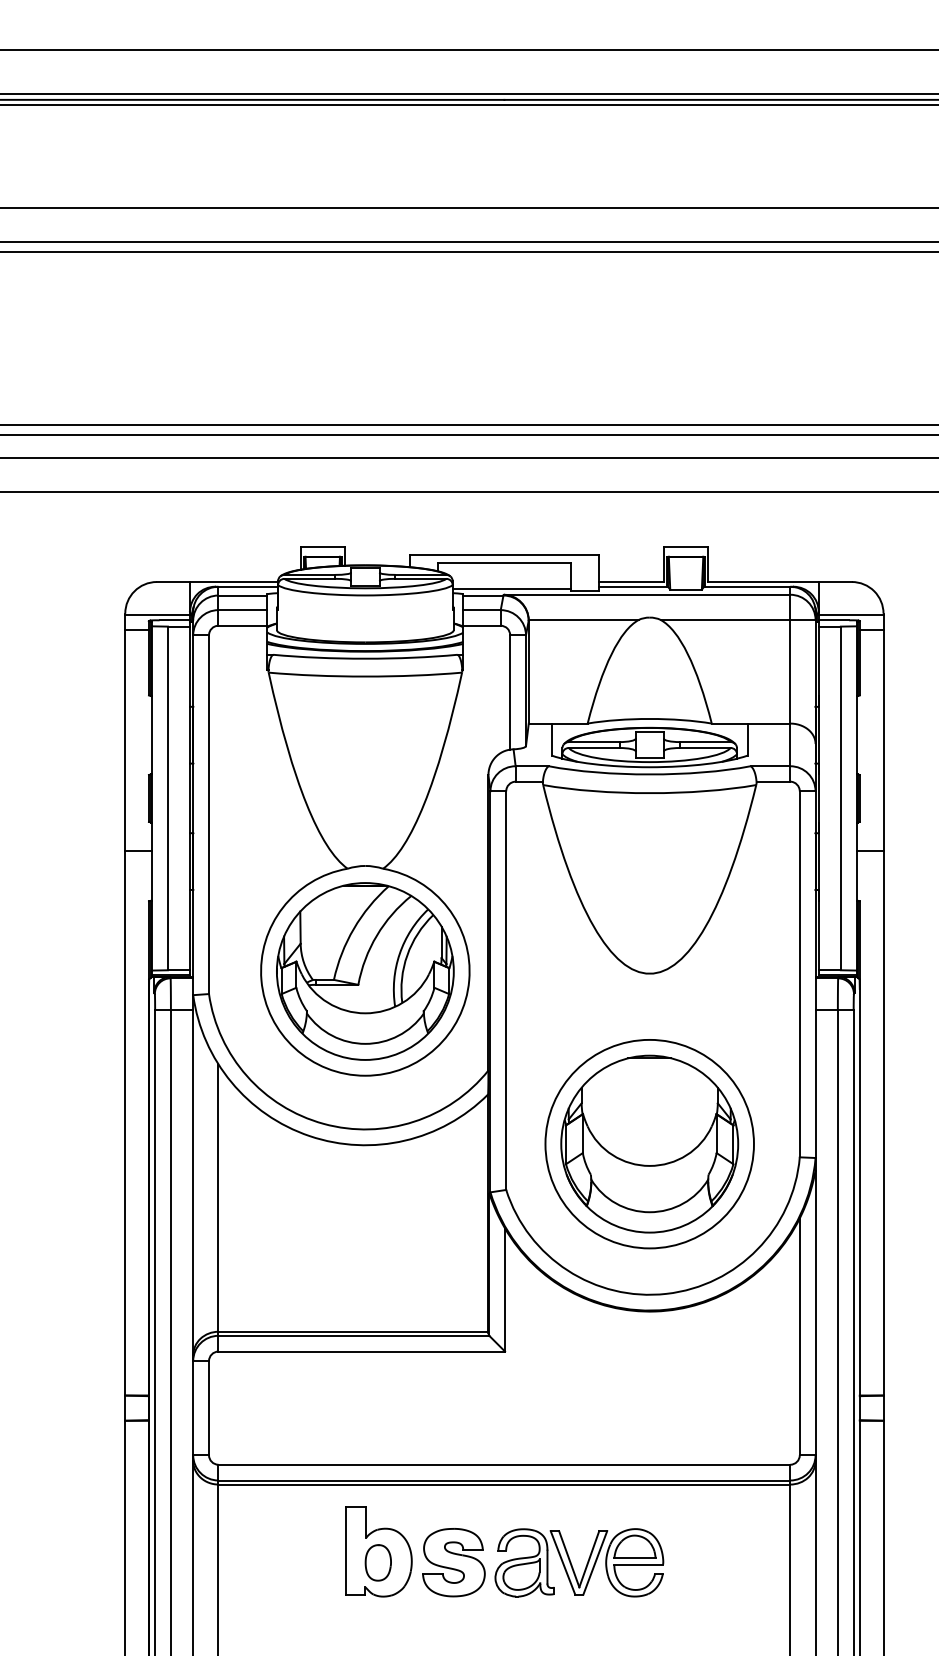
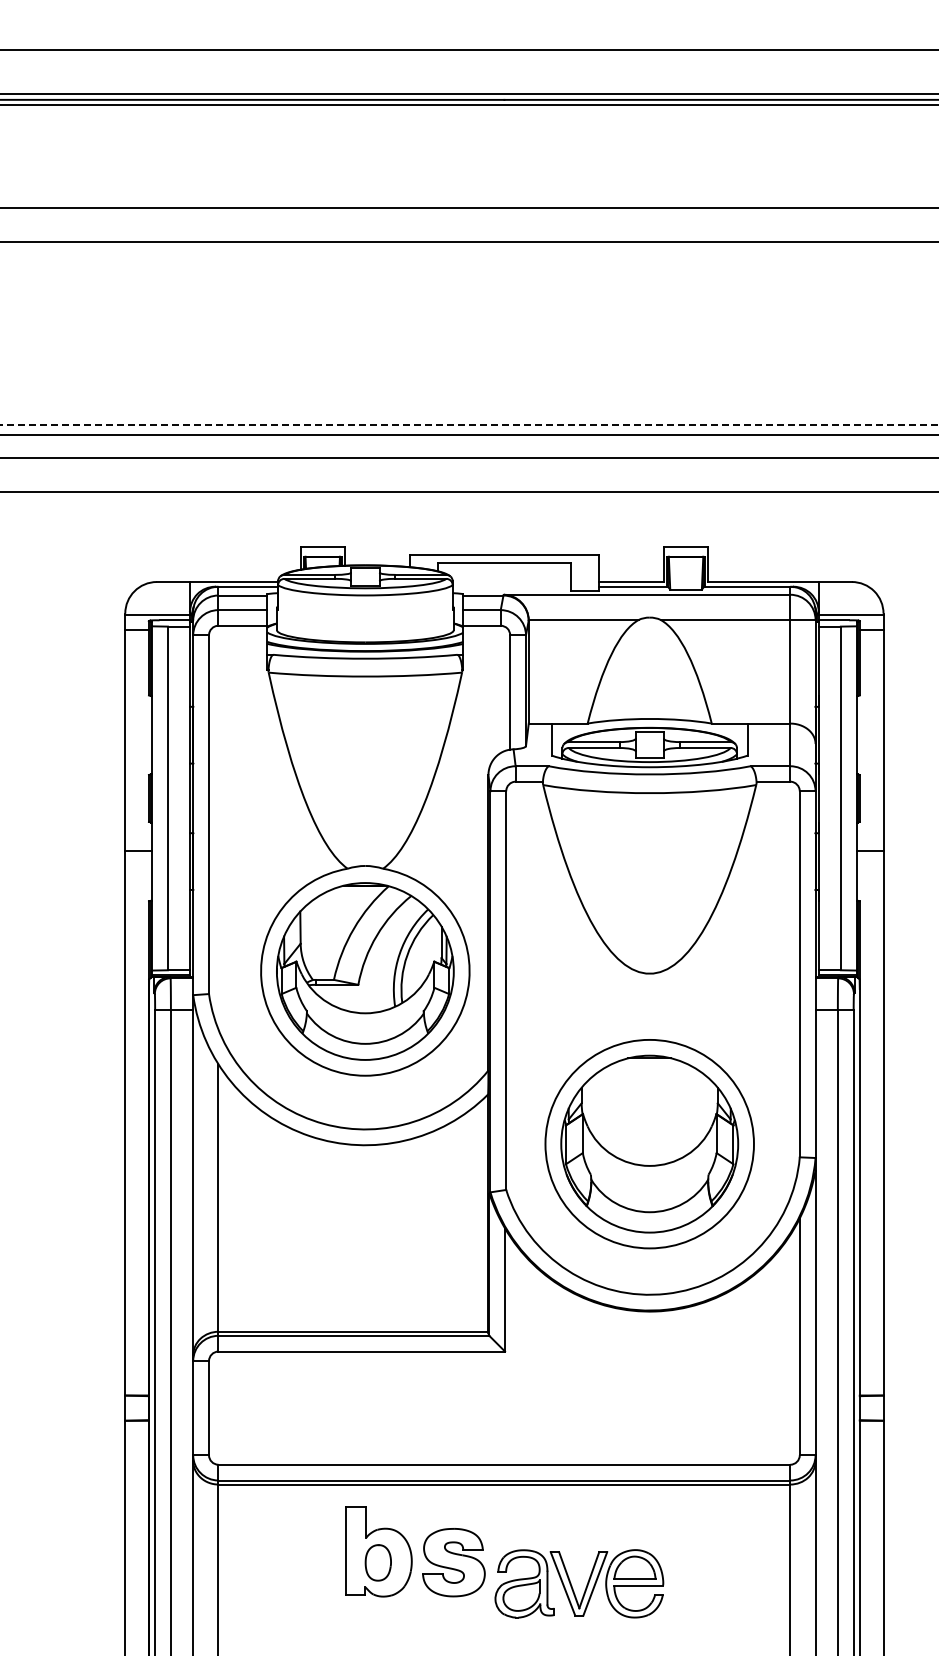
line at (468, 251): present -> none
line at (469, 425): solid -> dashed
line at (511, 588): present -> none
part at (586, 1563) position: (586, 1563) -> (586, 1584)
